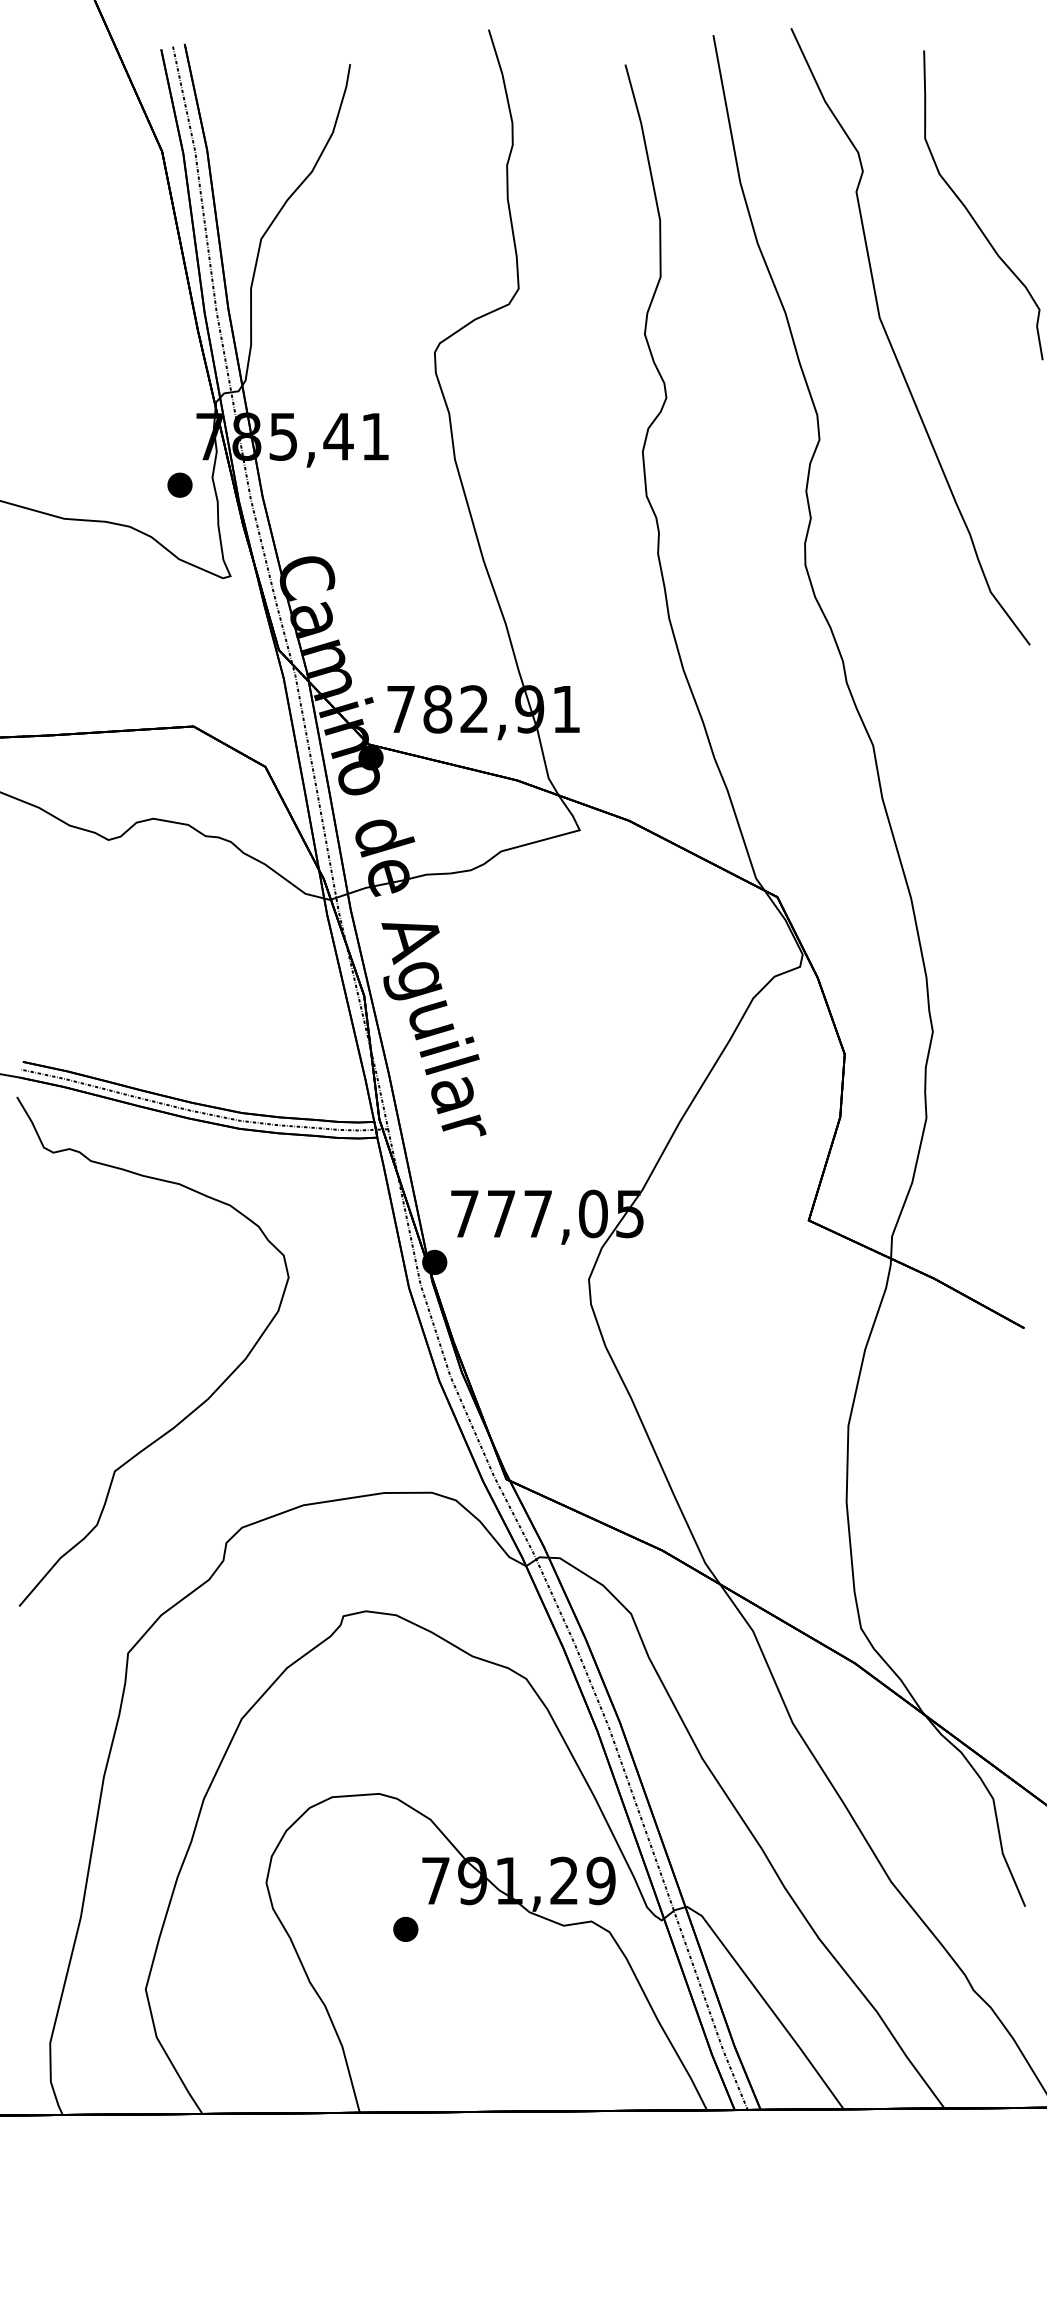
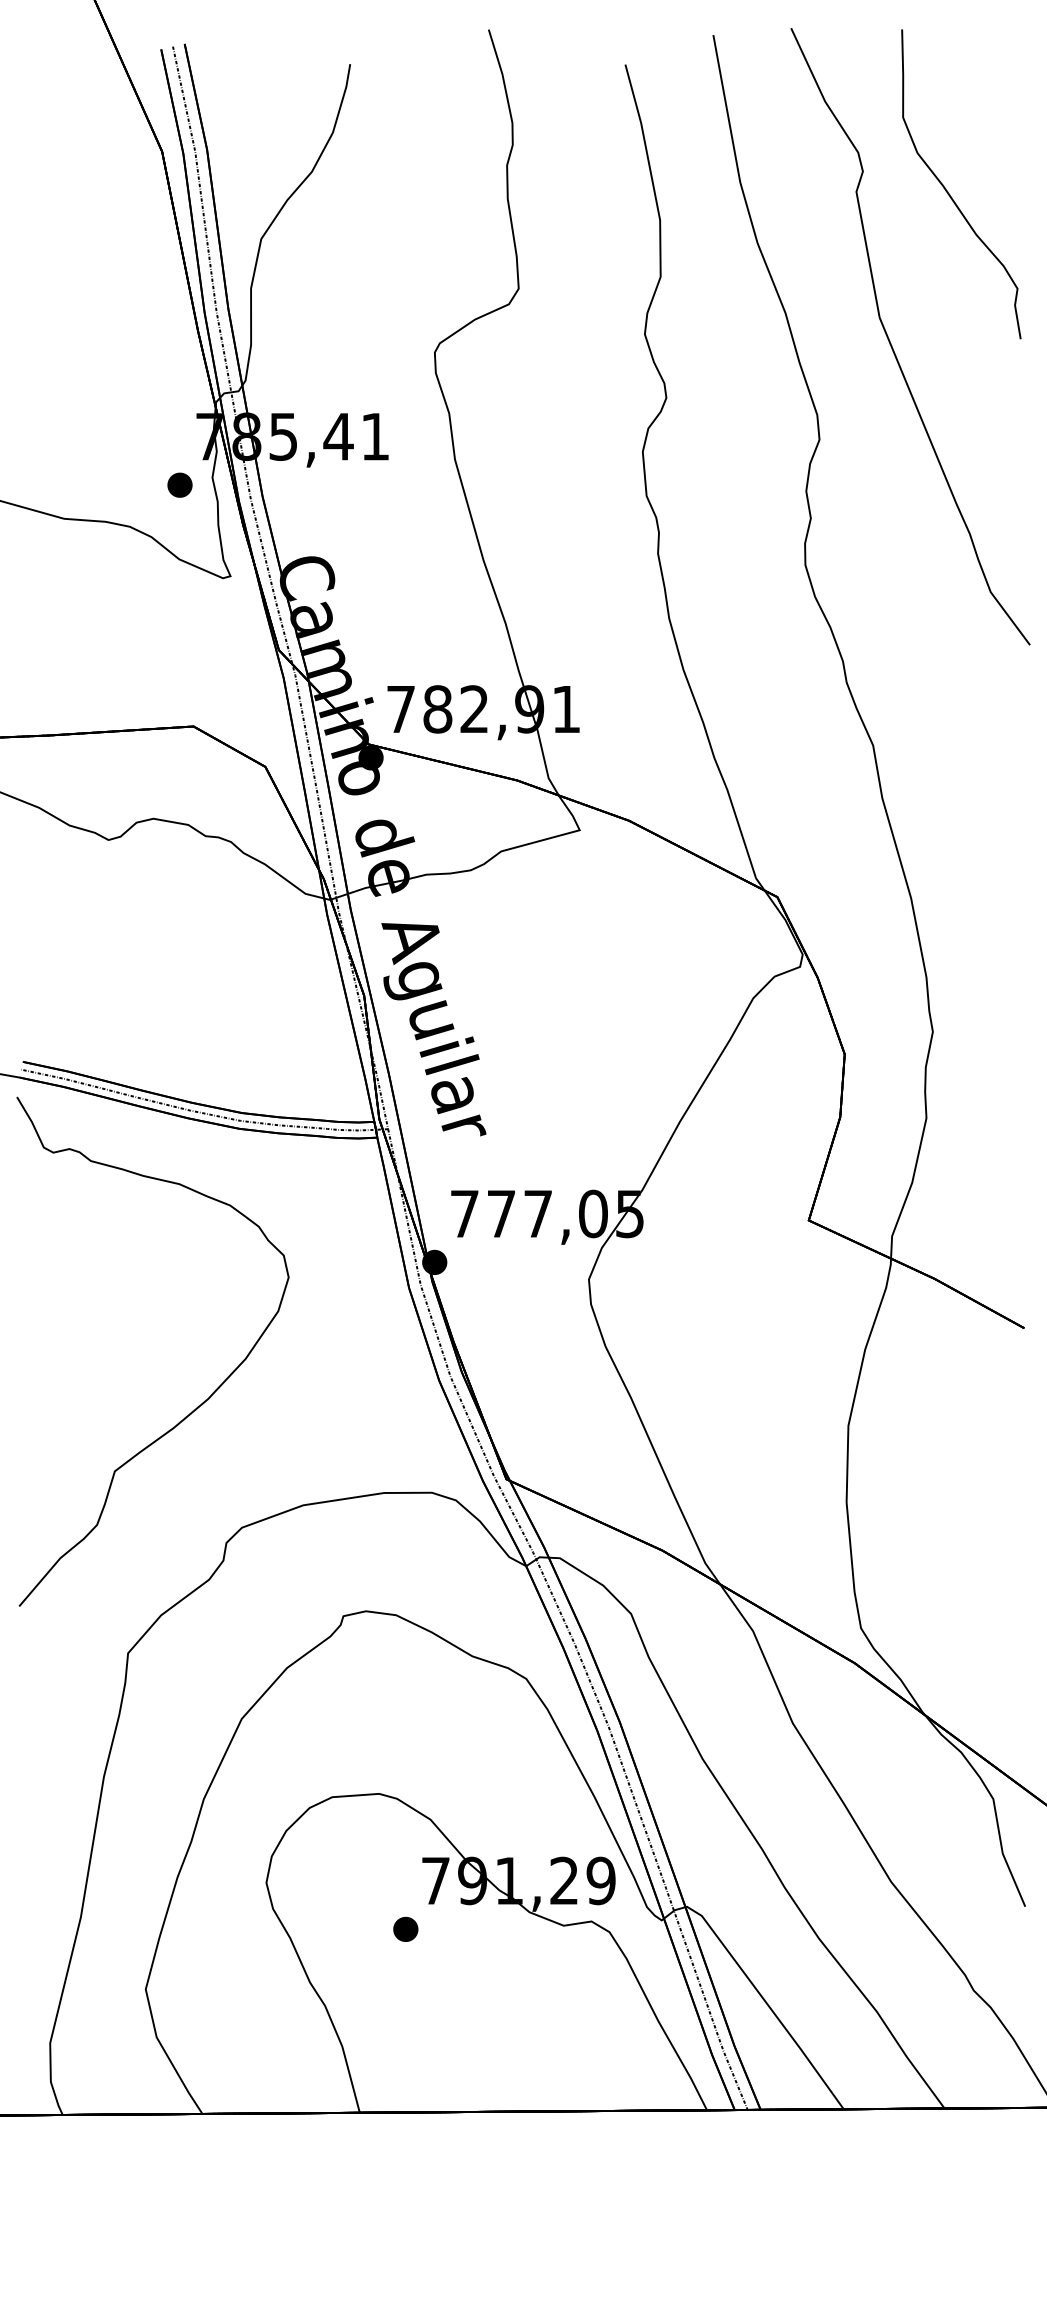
part at (970, 212) position: (970, 212) -> (948, 191)
